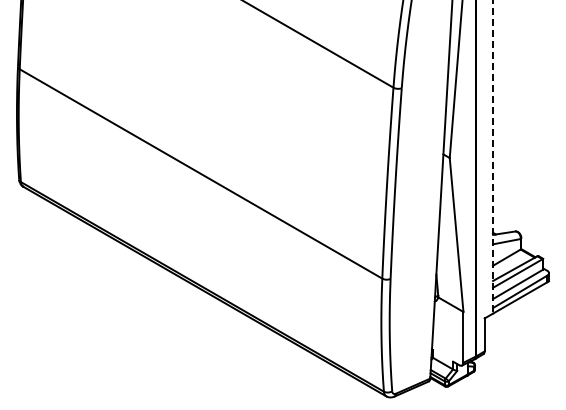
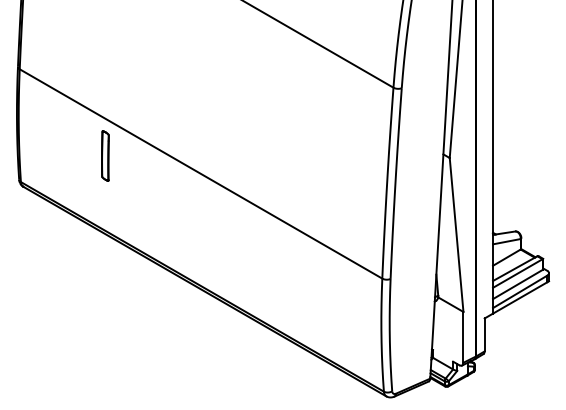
part at (105, 155): none -> present
line at (493, 156): dashed -> solid
